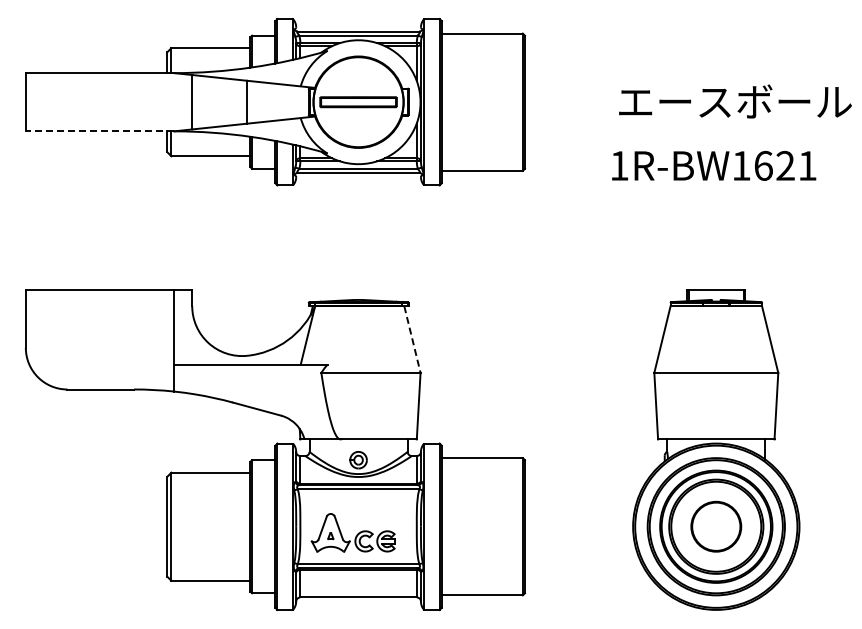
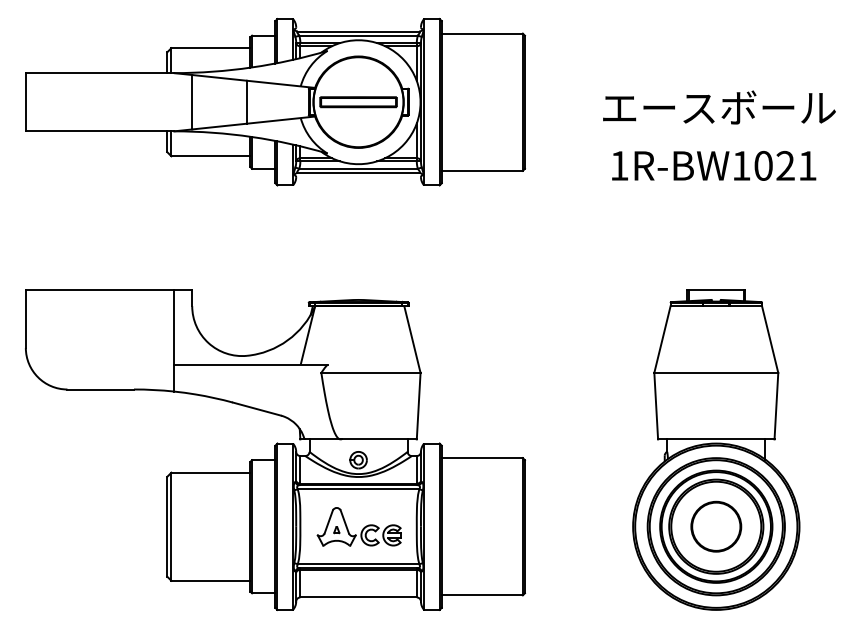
text at (735, 101) position: (735, 101) -> (719, 107)
line at (99, 131): dashed -> solid
text at (763, 165): 1R-BW1621 -> 1R-BW1021
line at (412, 340): dashed -> solid
part at (352, 532) position: (352, 532) -> (358, 526)
